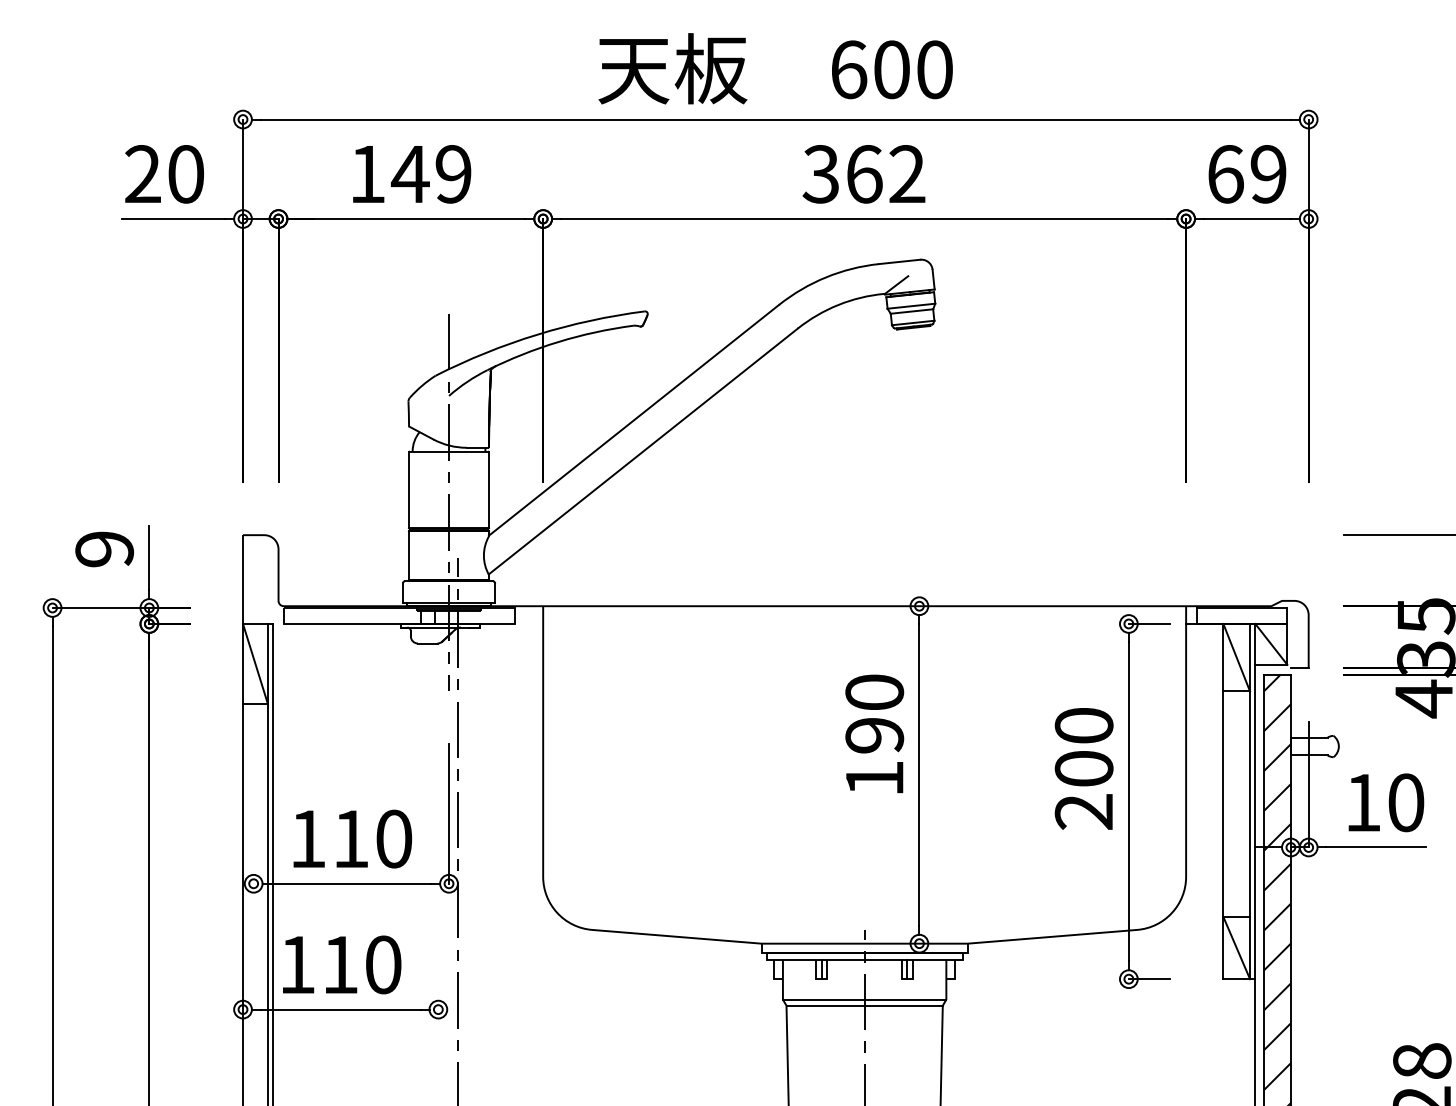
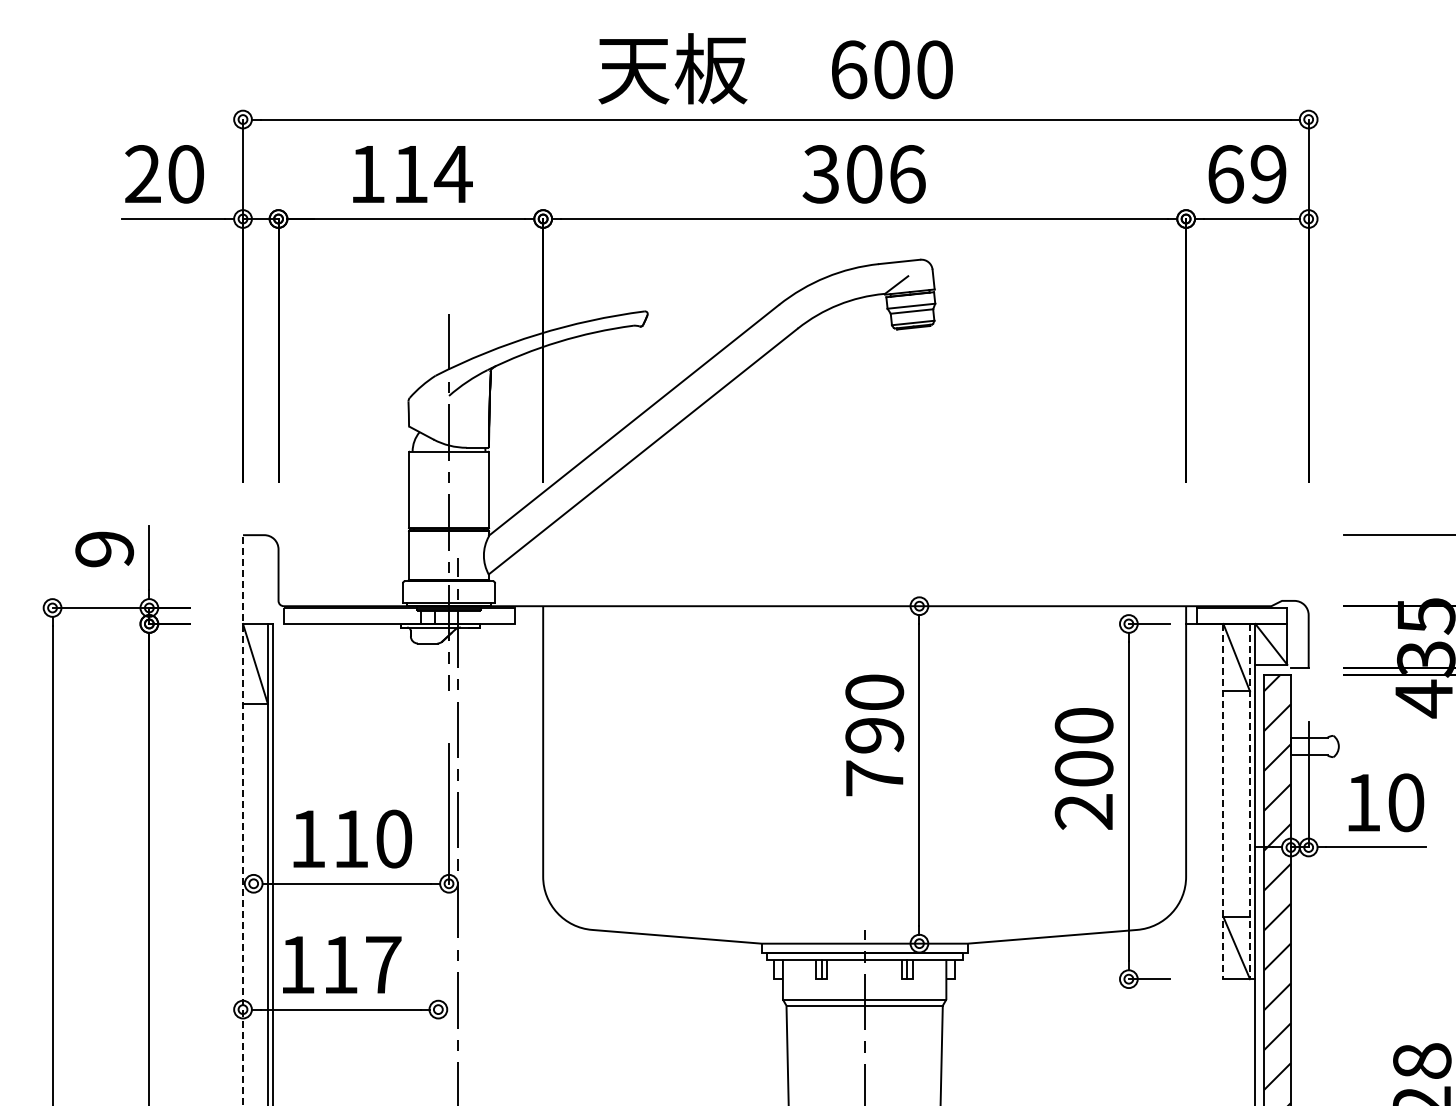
text at (431, 174): 149 -> 114
text at (886, 174): 362 -> 306
text at (874, 778): 190 -> 790
line at (1223, 801): solid -> dashed
line at (1250, 801): solid -> dashed
line at (243, 820): solid -> dashed
text at (383, 964): 110 -> 117
